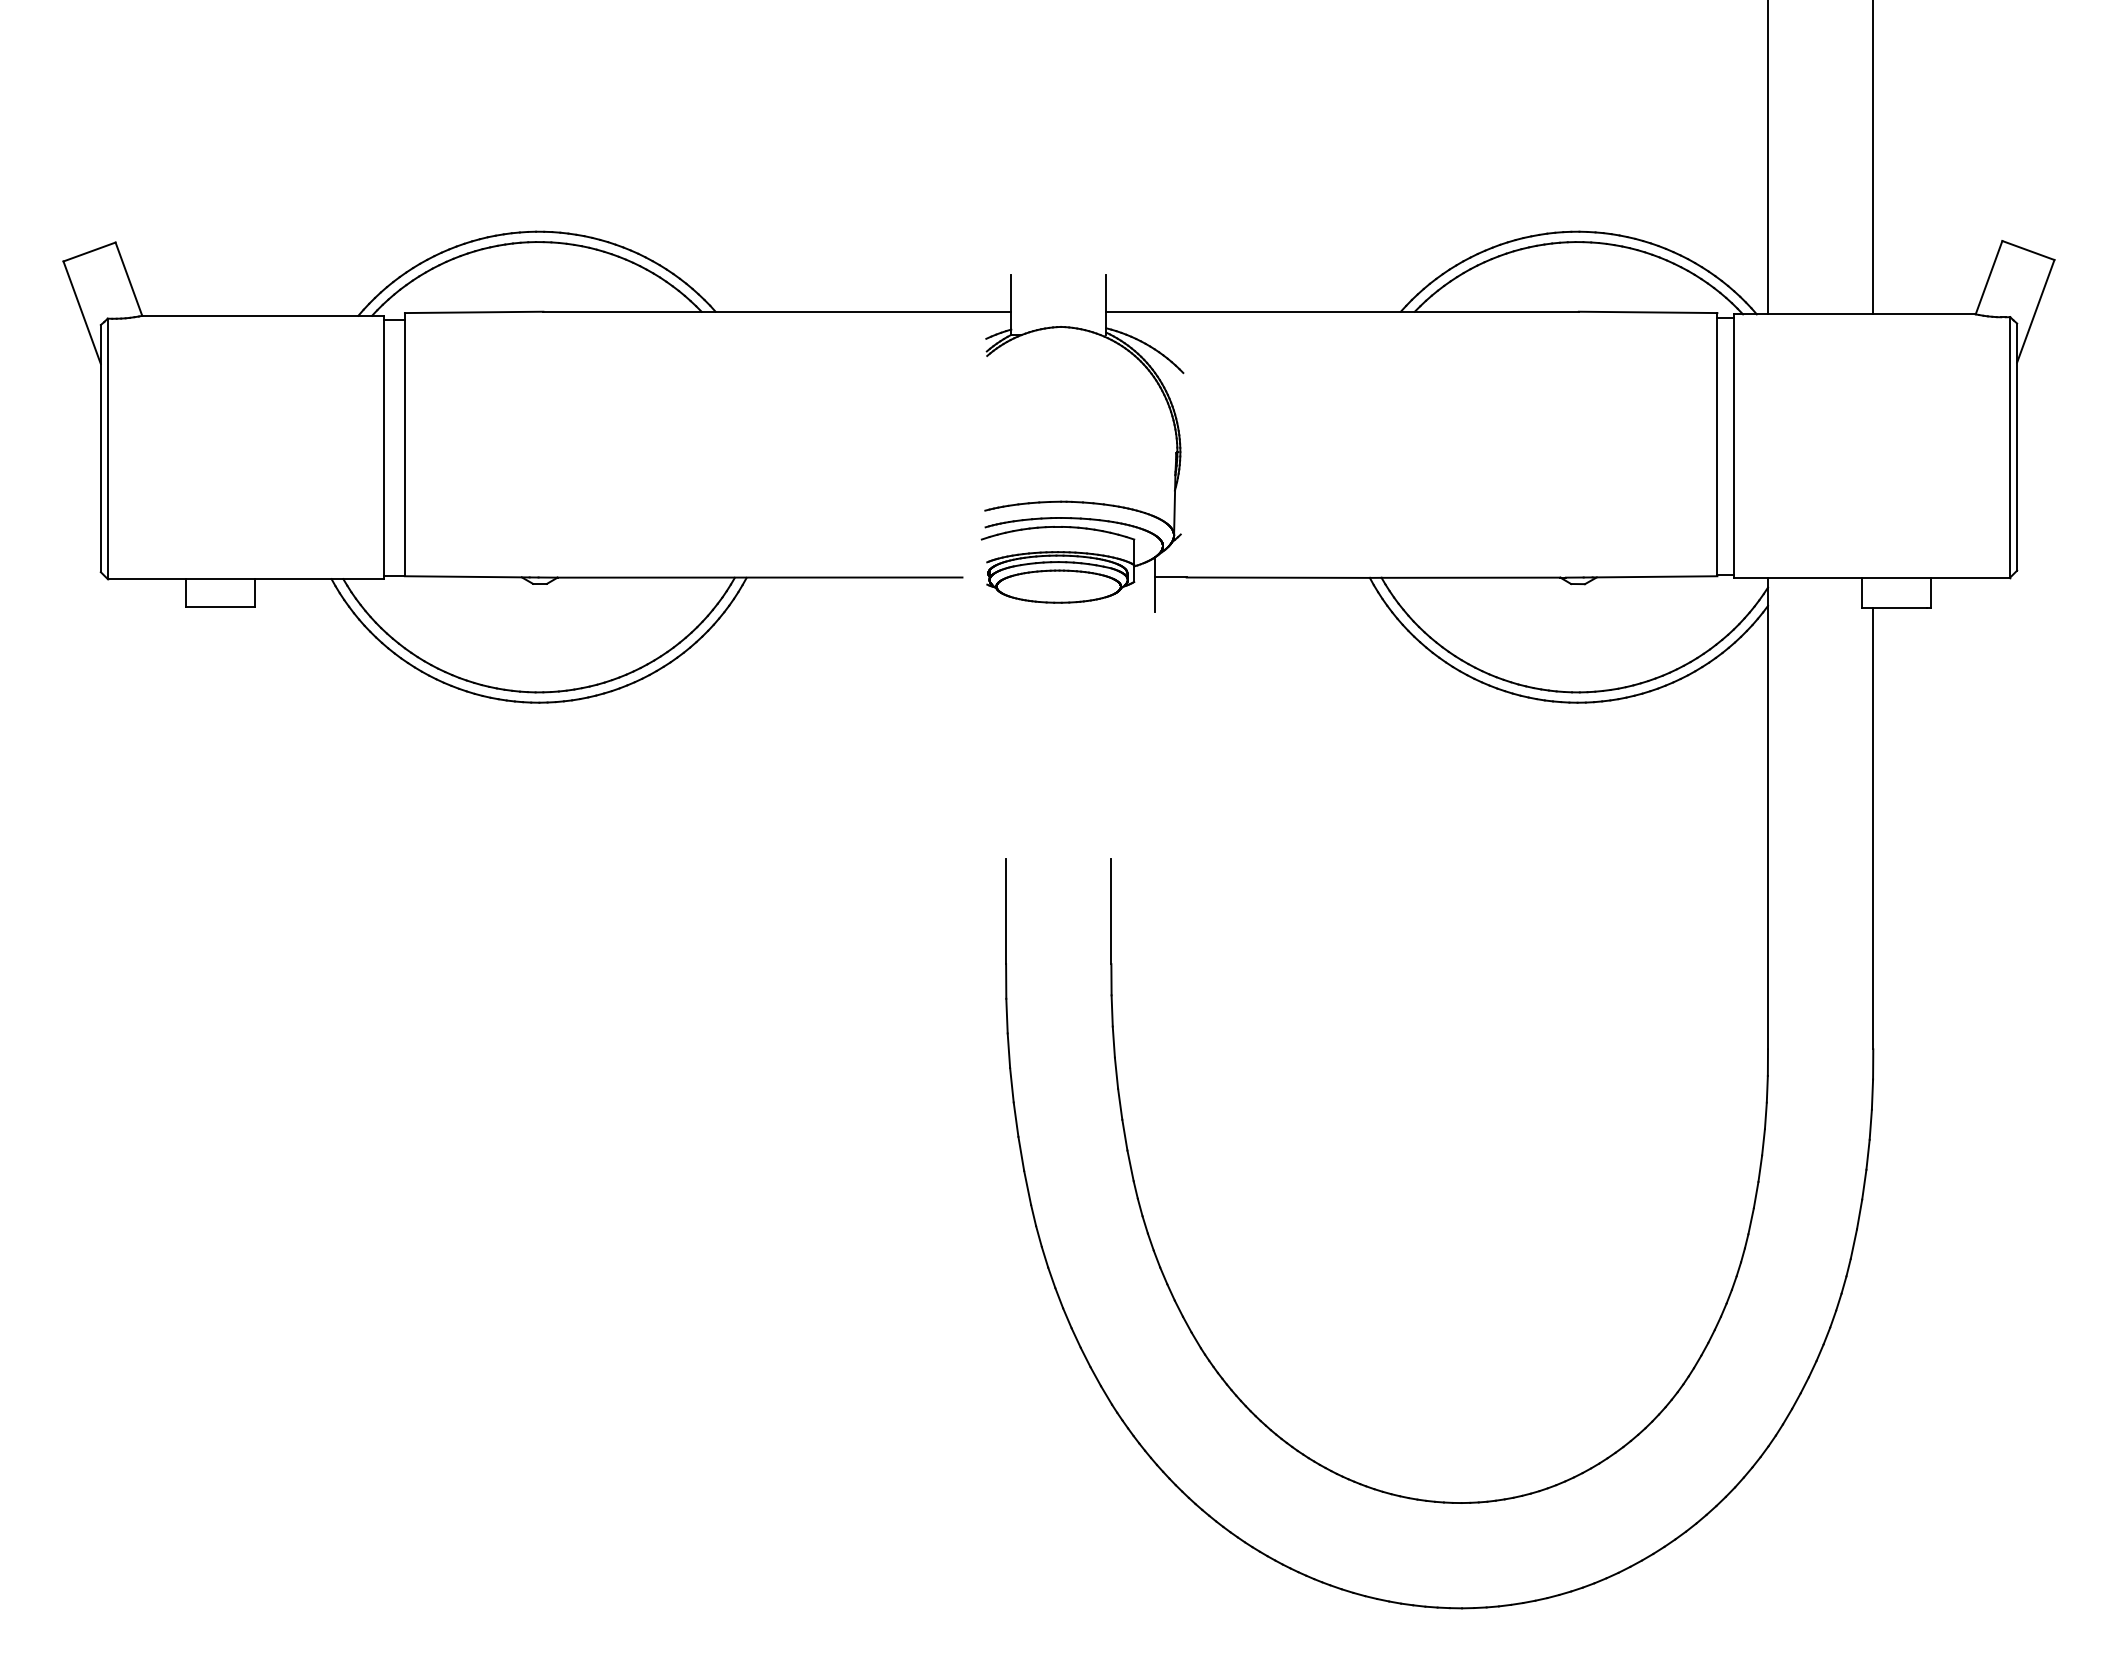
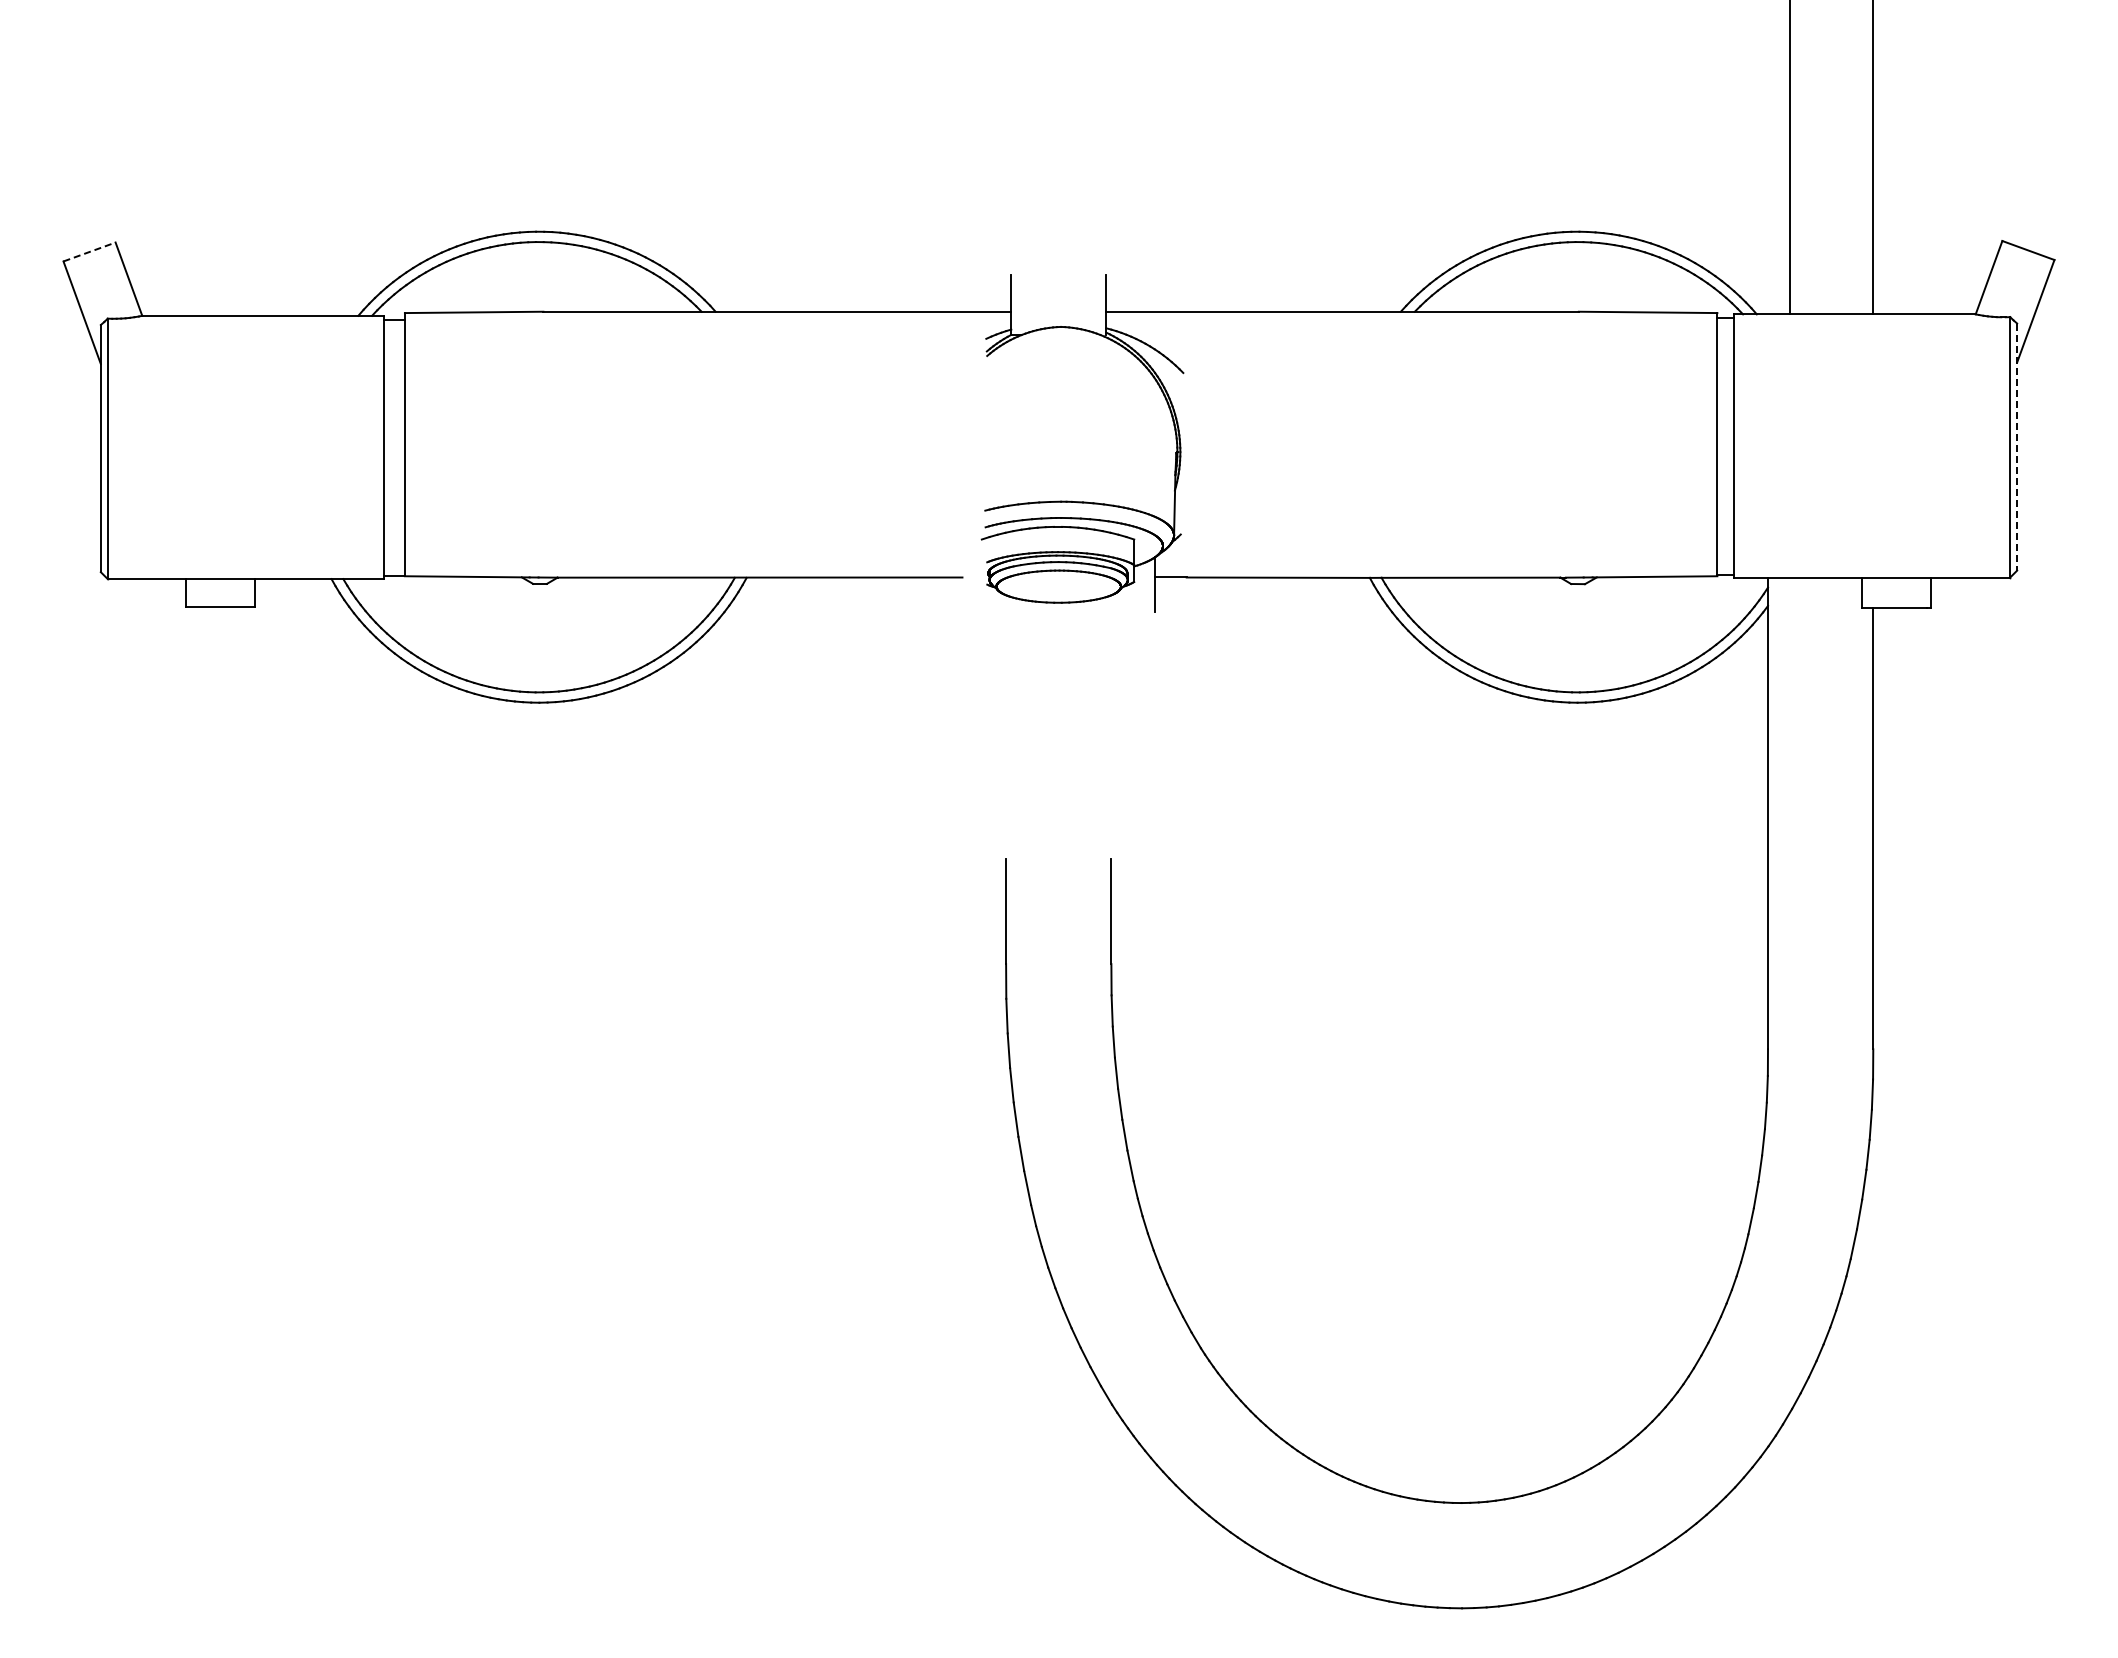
line at (1768, 158) position: (1768, 158) -> (1790, 158)
line at (89, 252): solid -> dashed
line at (2017, 447): solid -> dashed
